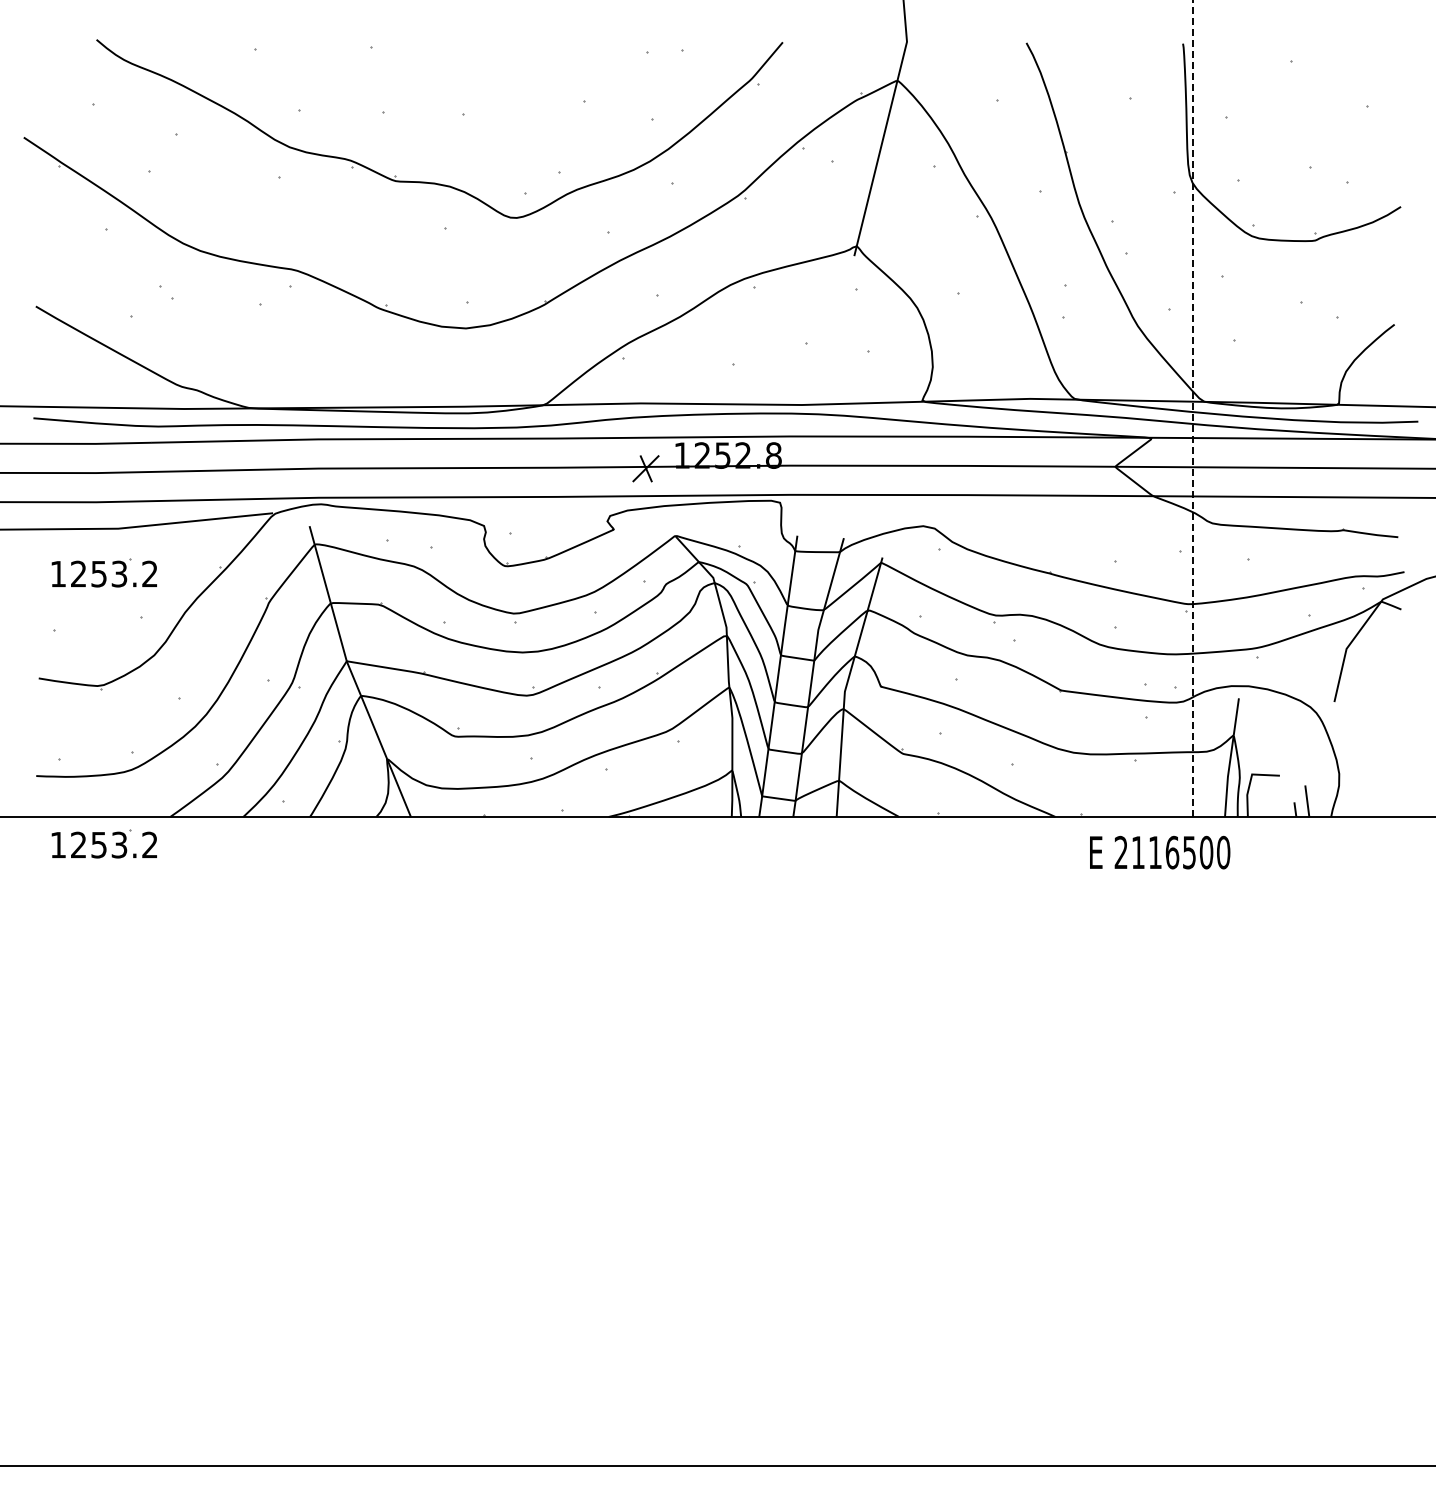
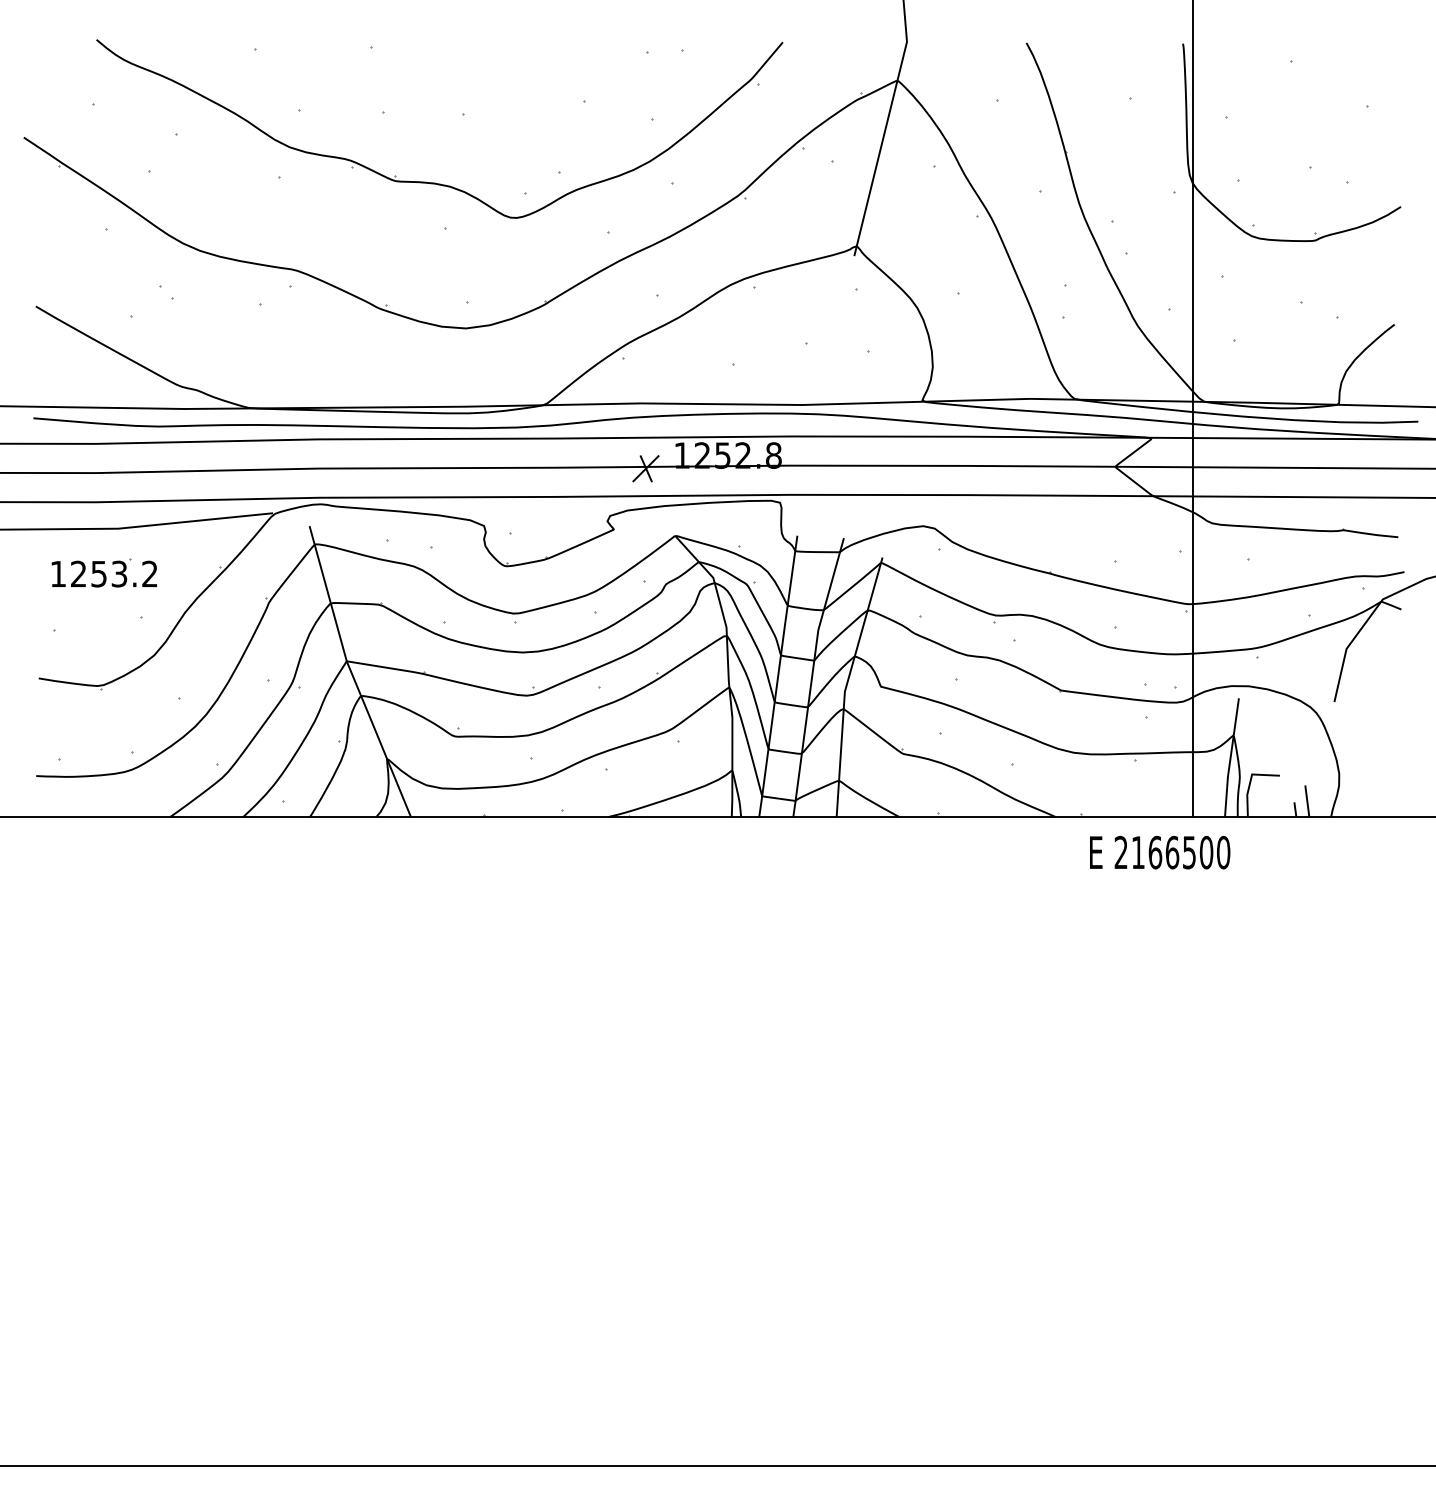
line at (1193, 408): dashed -> solid
part at (103, 843): present -> none
text at (1155, 852): 2116500 -> 2166500
